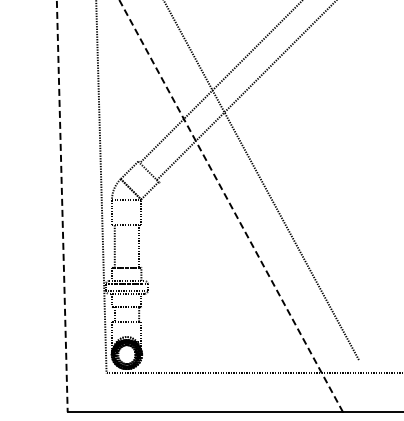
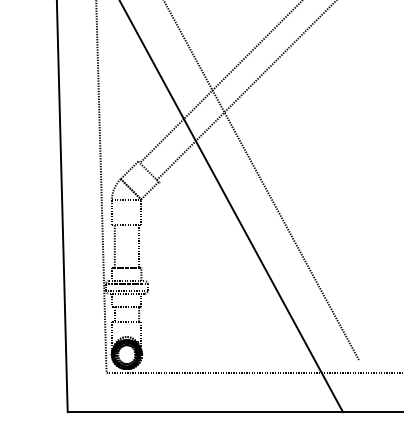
line at (231, 205): dashed -> solid
line at (62, 206): dashed -> solid
